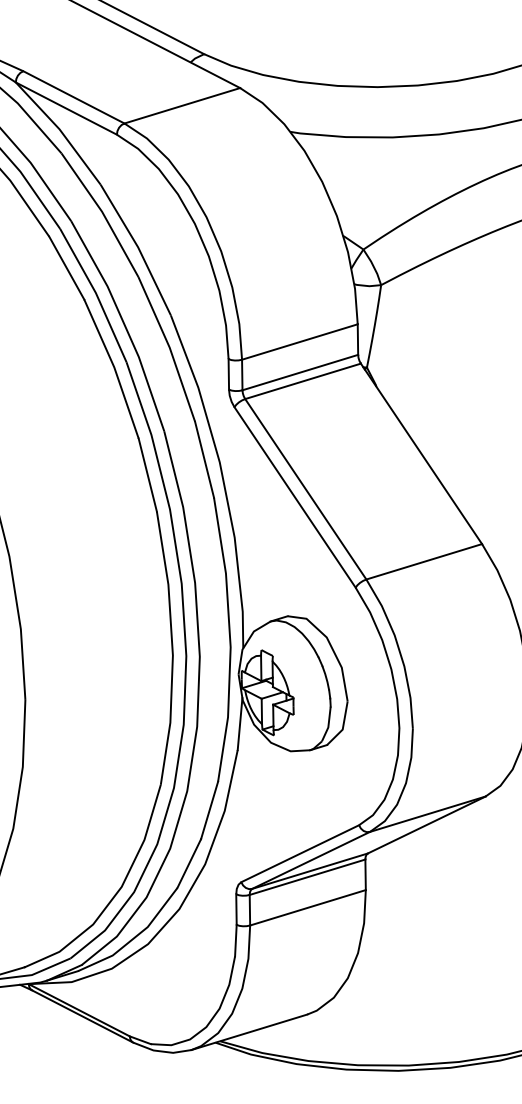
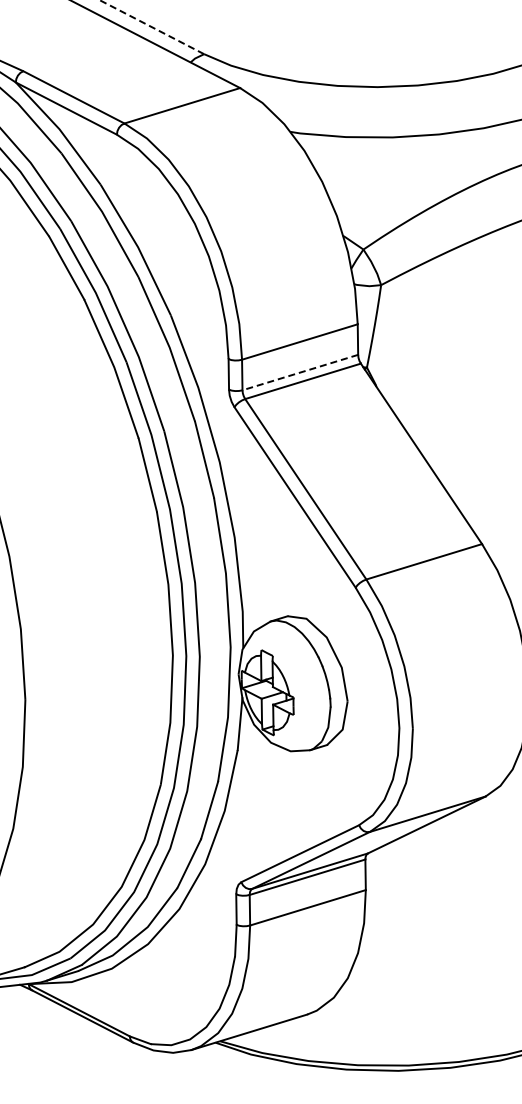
line at (151, 27): solid -> dashed
line at (299, 372): solid -> dashed
